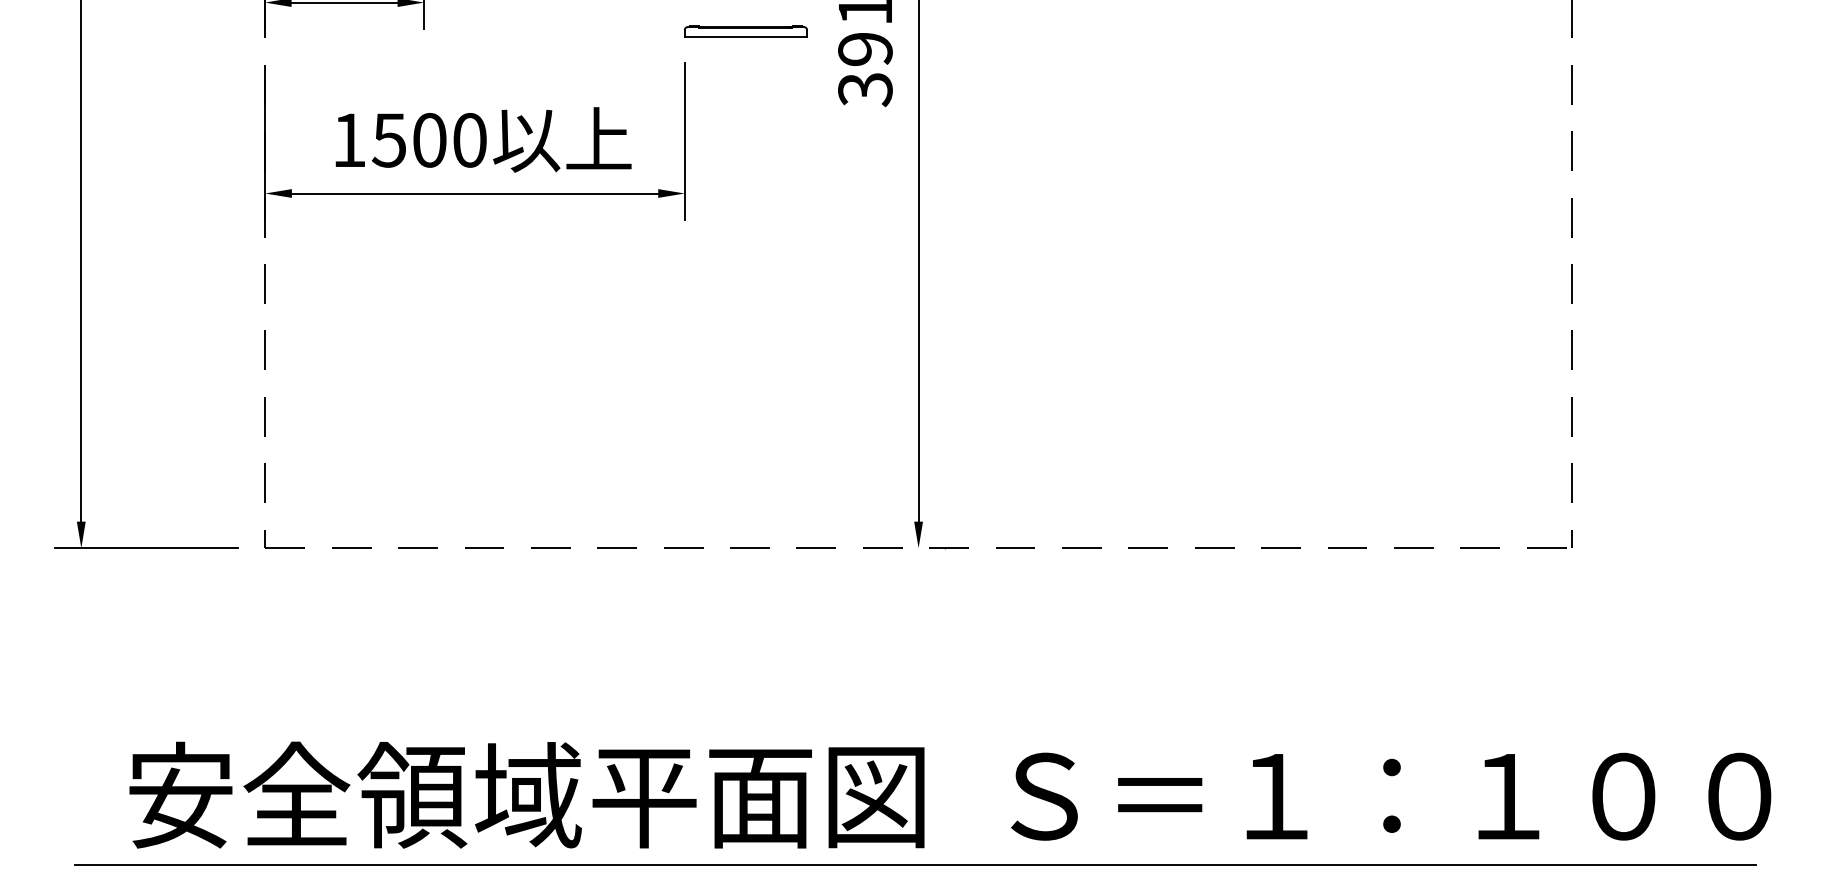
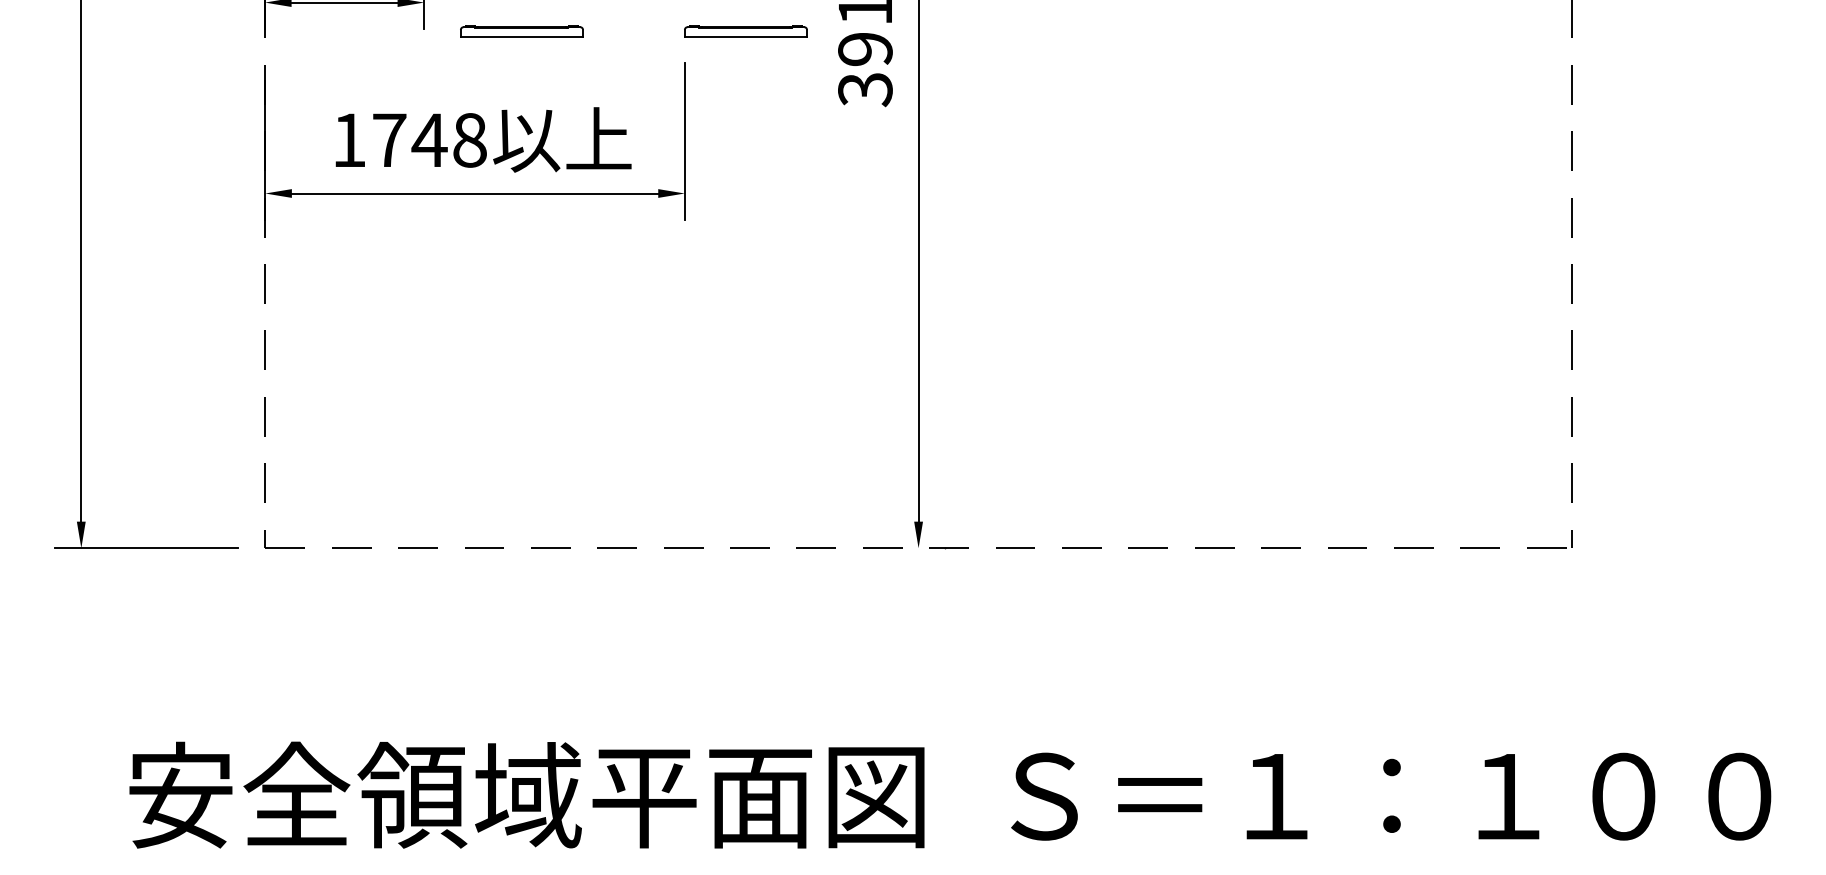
part at (521, 31): none -> present
text at (428, 140): 1500 -> 1748
line at (914, 864): present -> none
